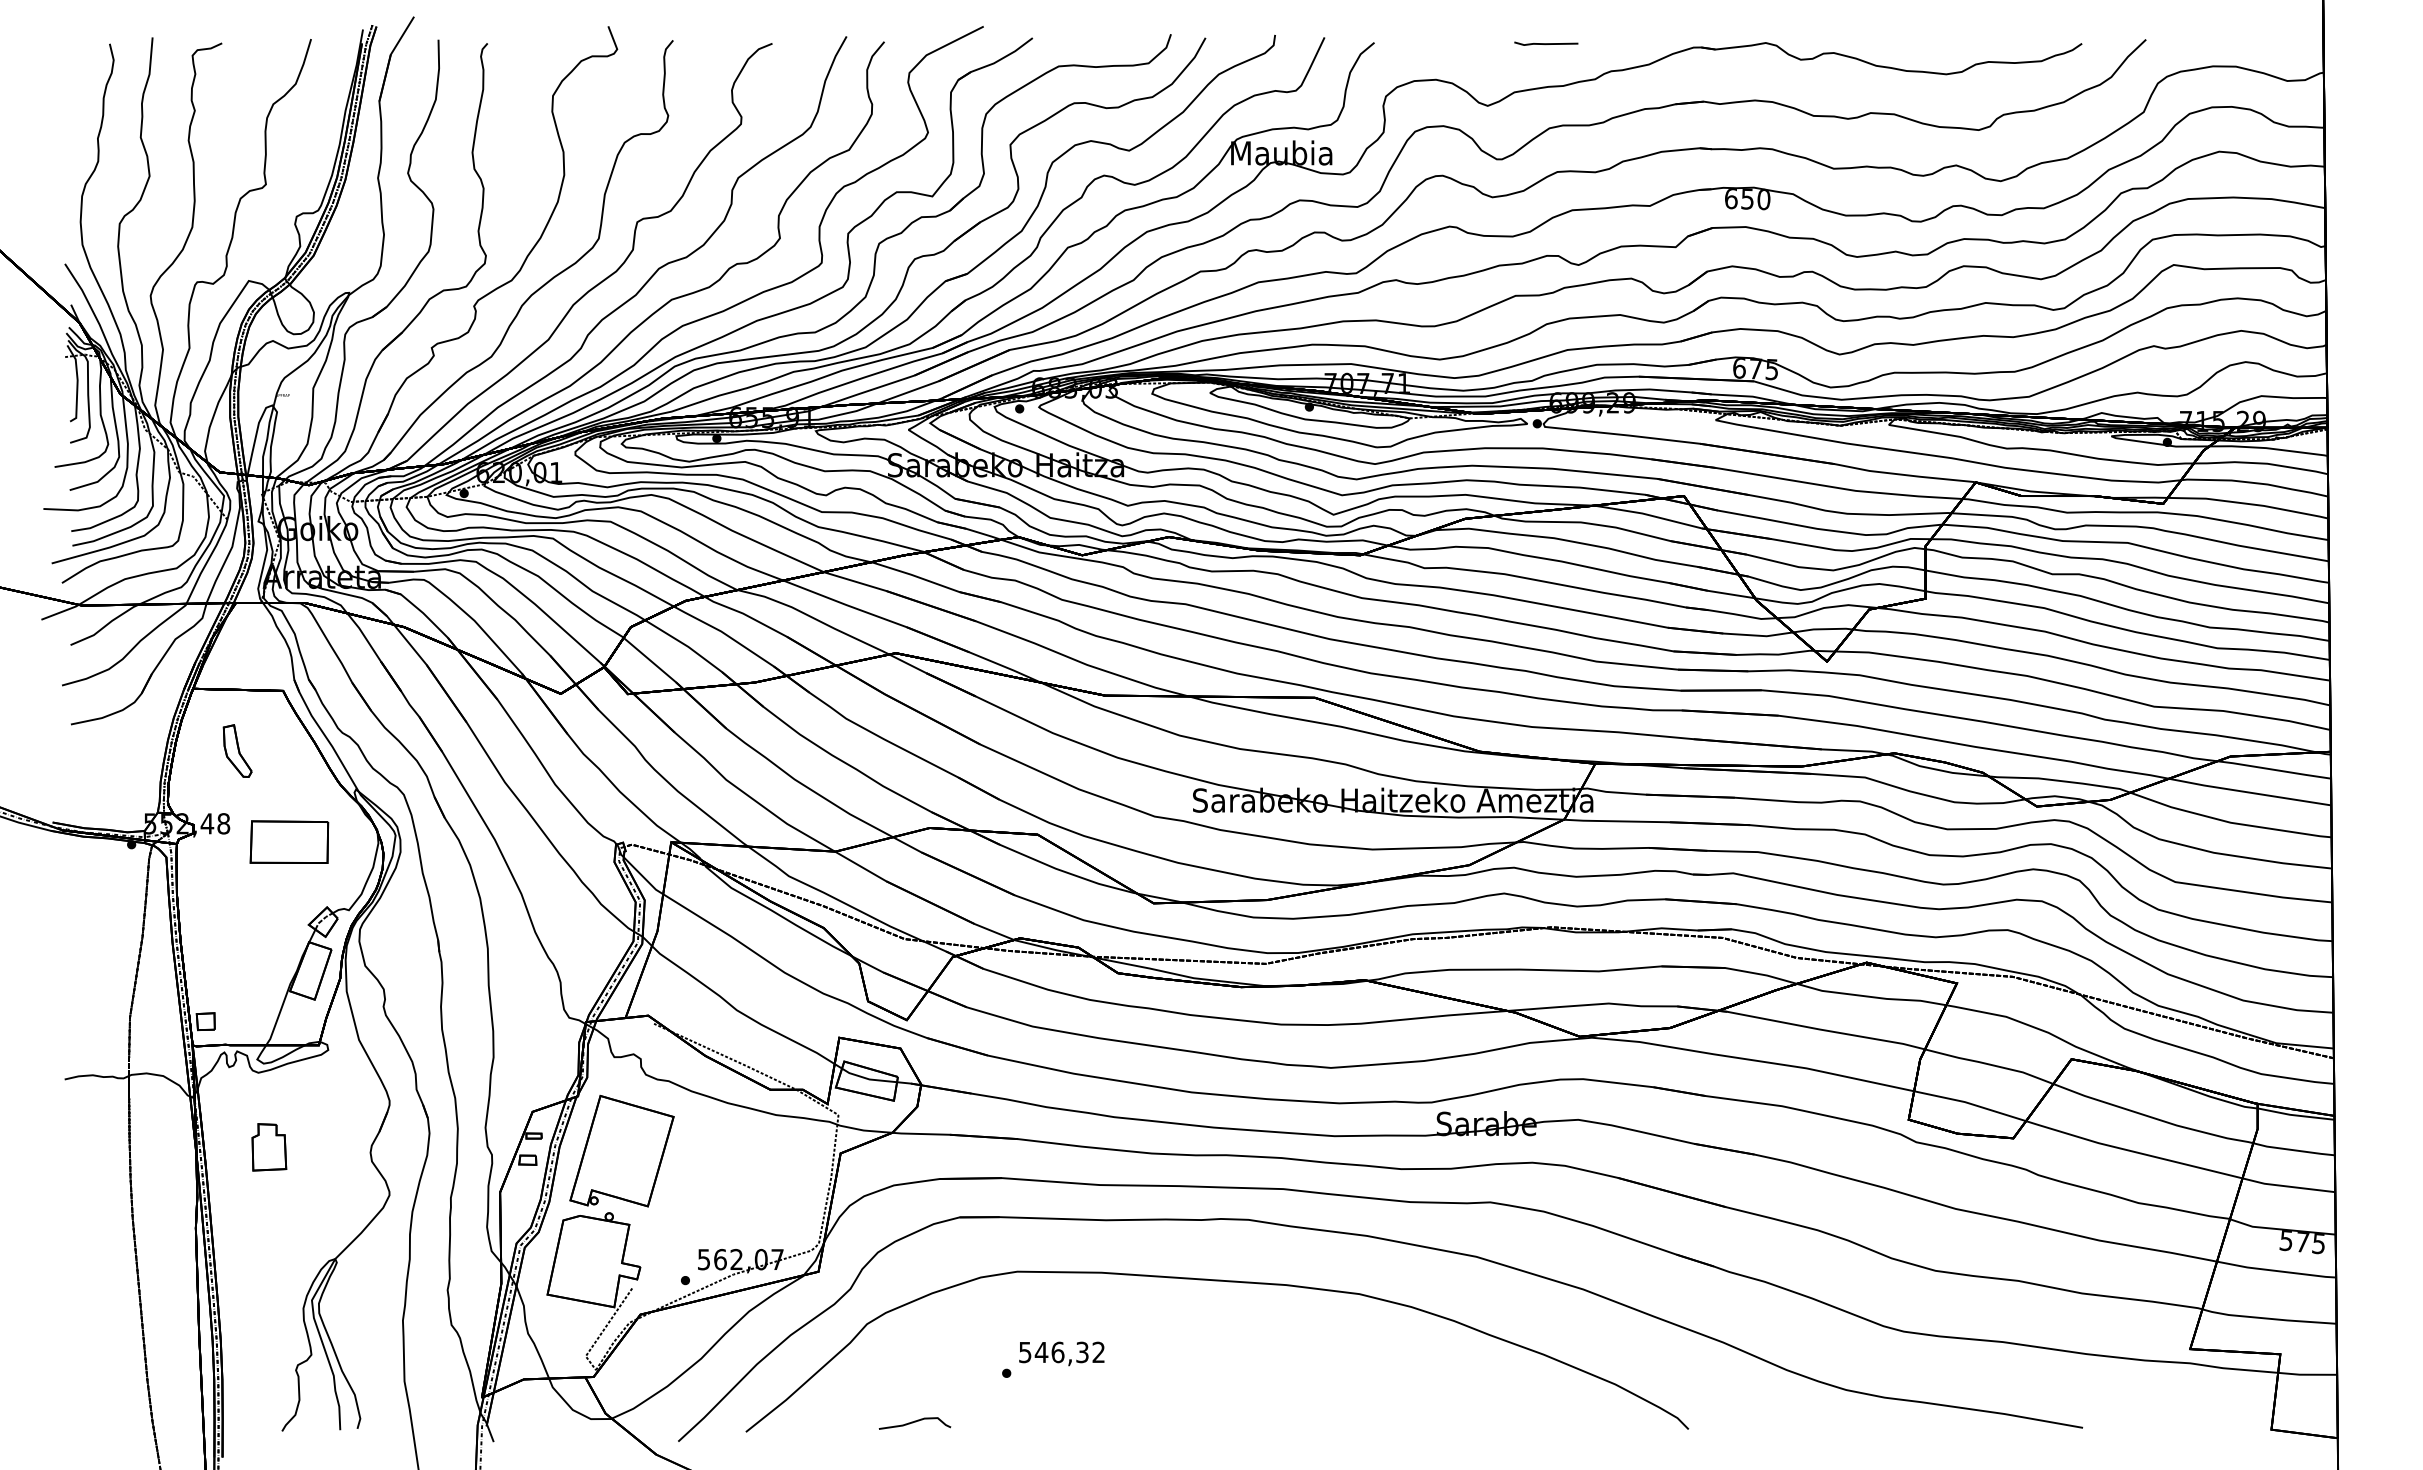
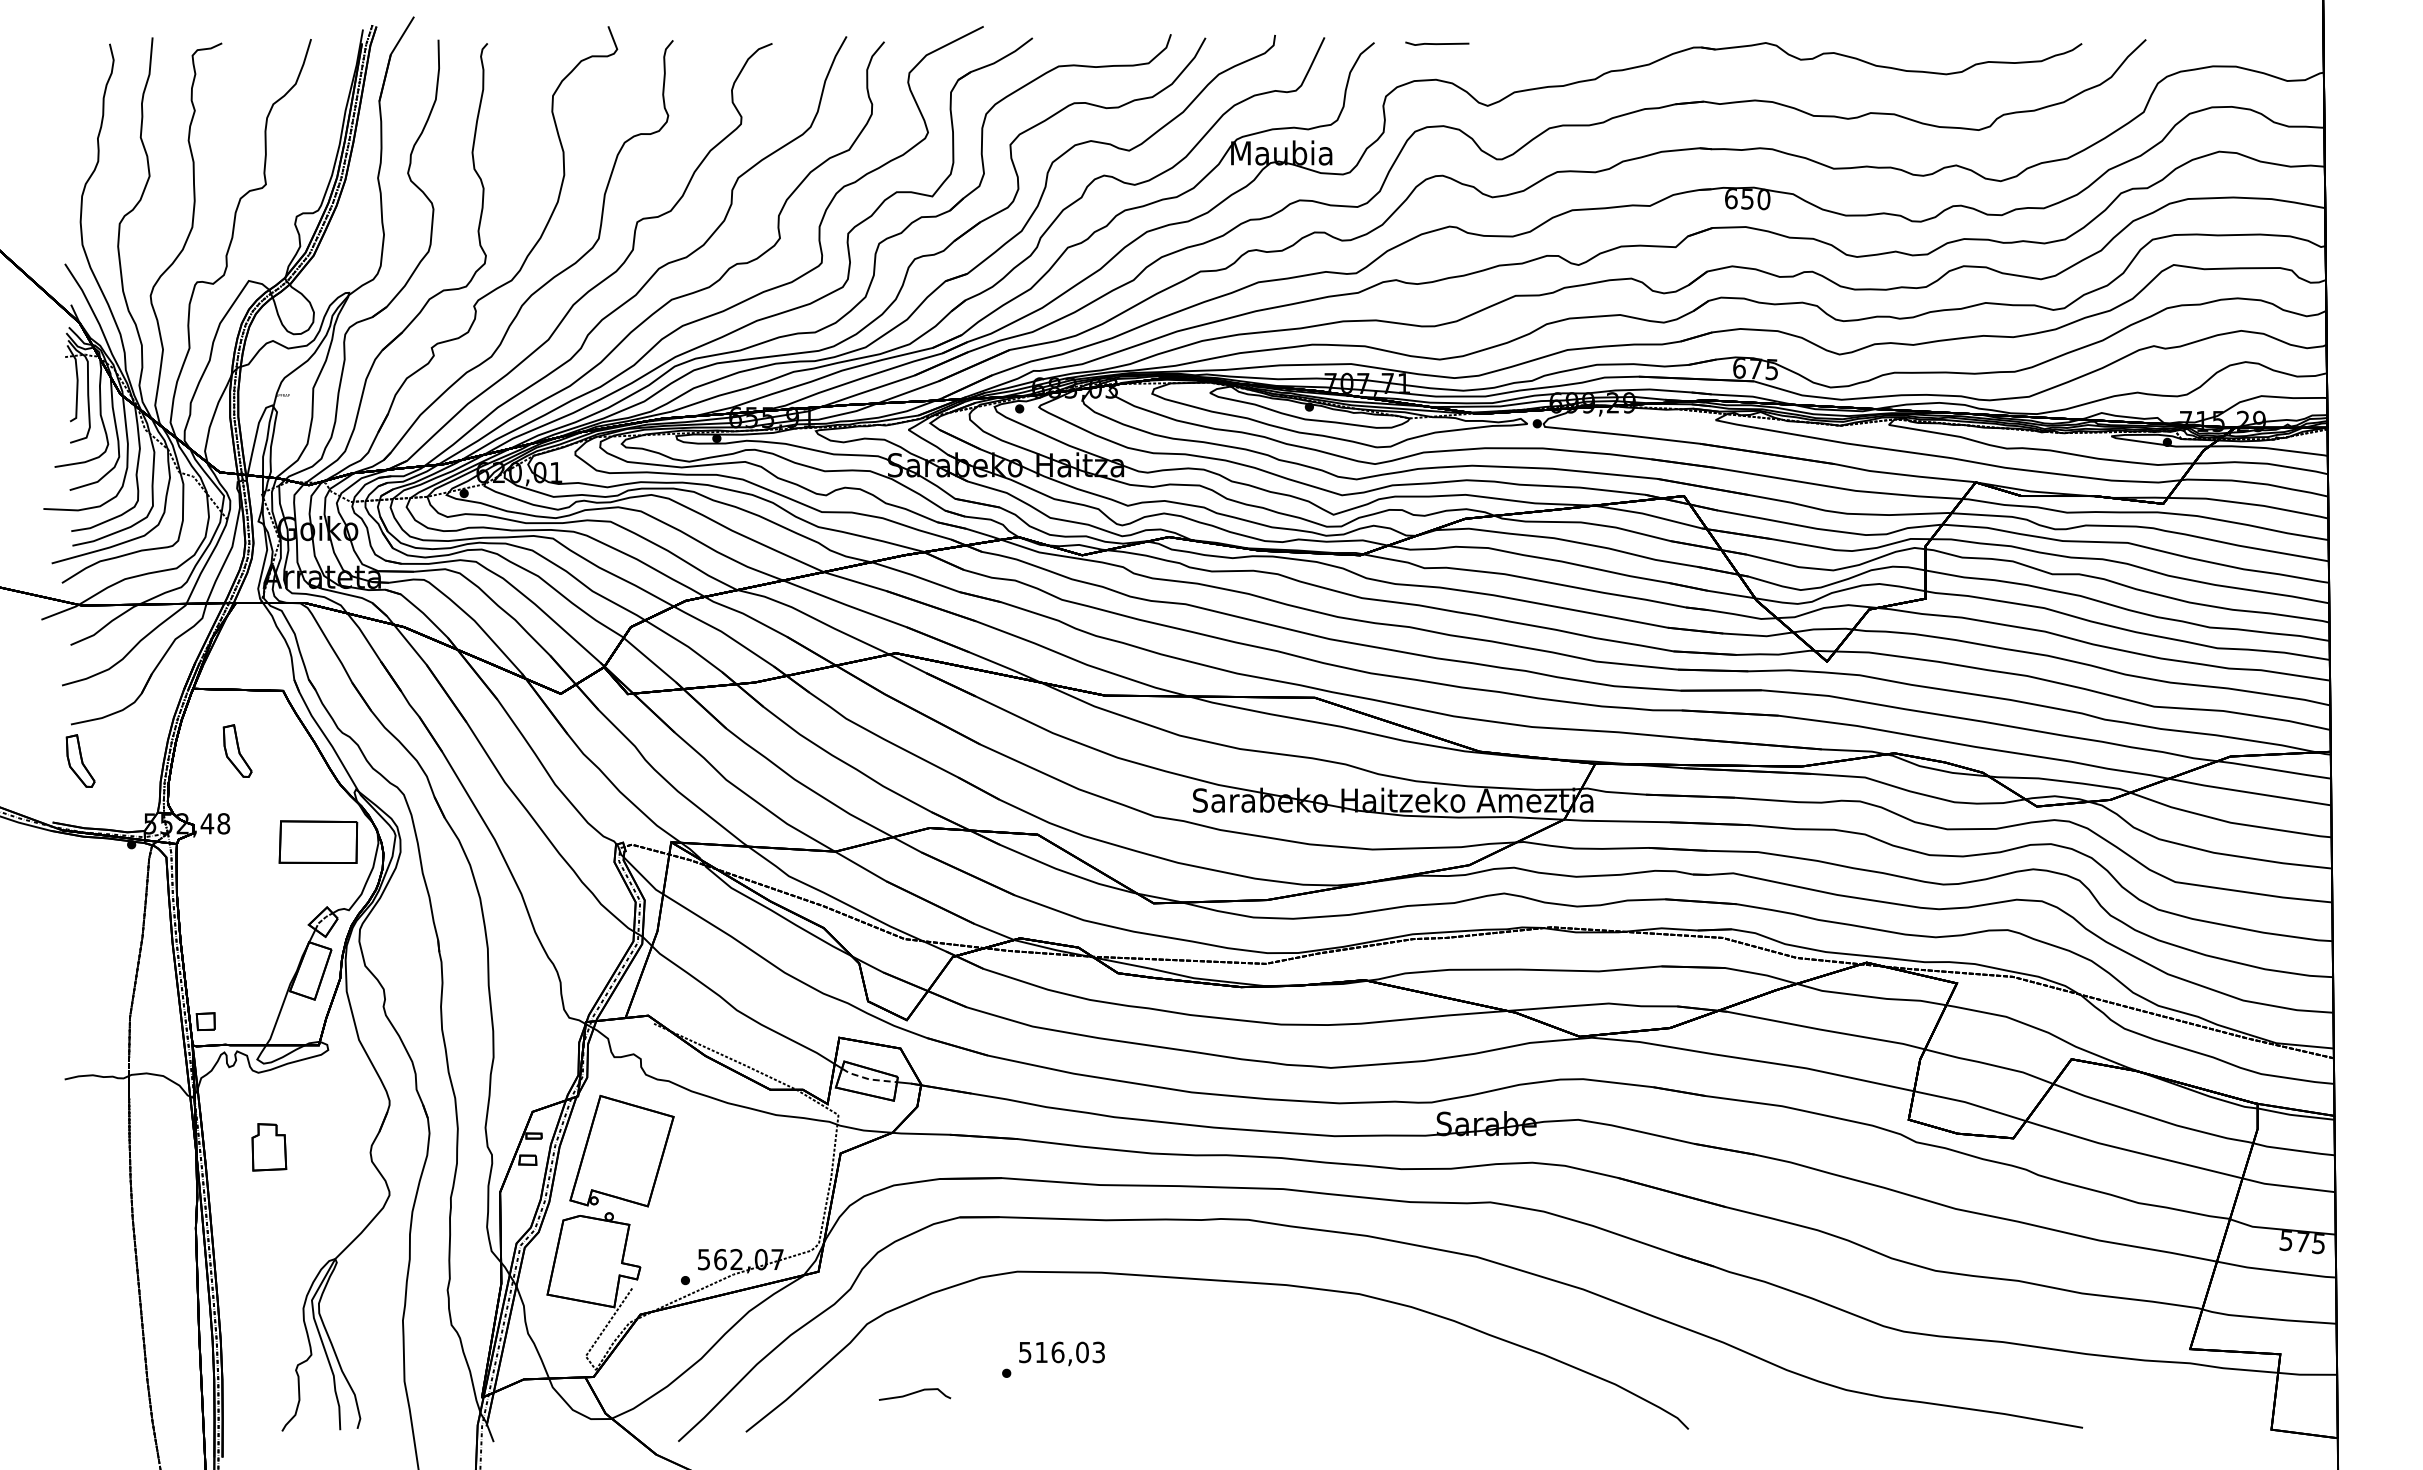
line at (1546, 43) position: (1546, 43) -> (1437, 43)
part at (80, 760): none -> present
part at (289, 841) position: (289, 841) -> (318, 841)
line at (868, 1079): solid -> dashed
text at (1069, 1352): 546,32 -> 516,03
curve at (914, 1422) position: (914, 1422) -> (914, 1393)
